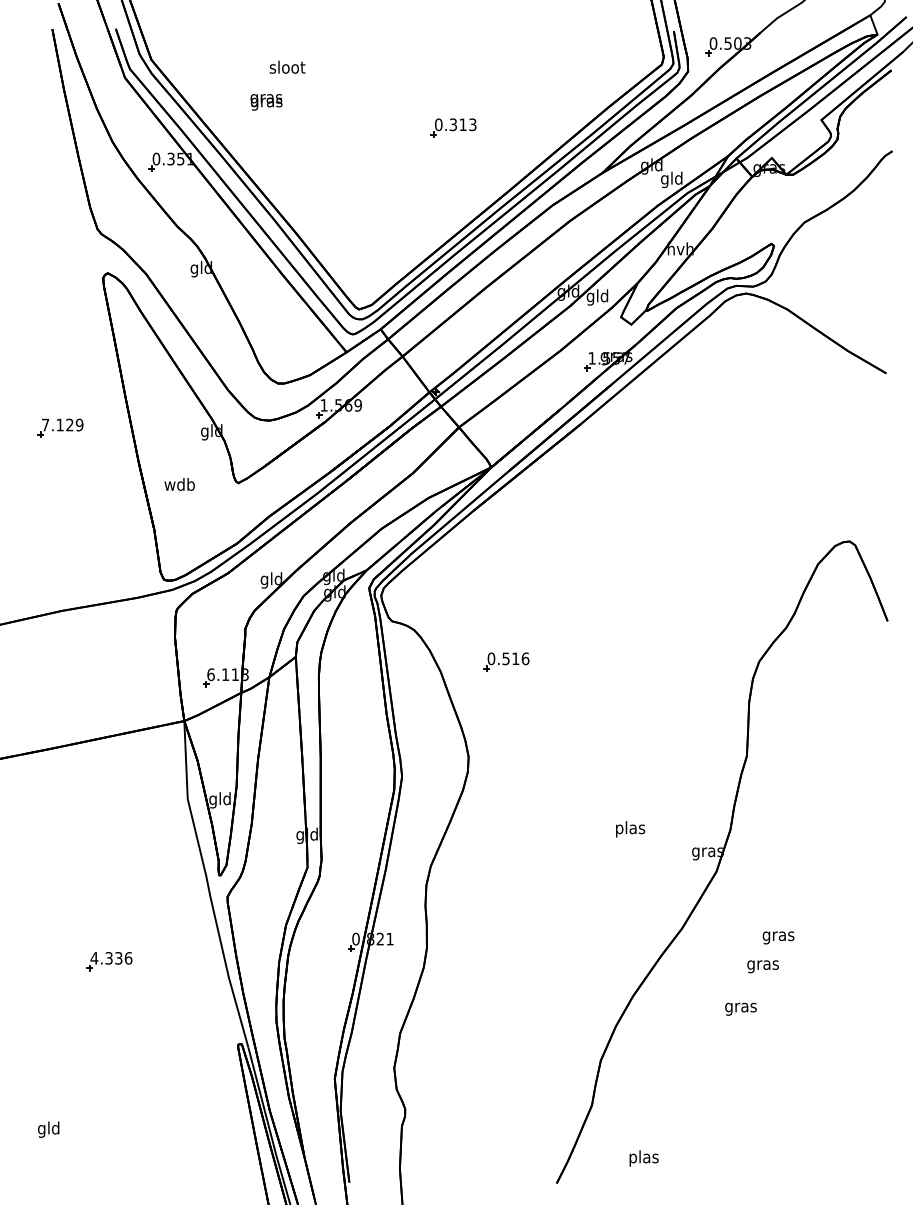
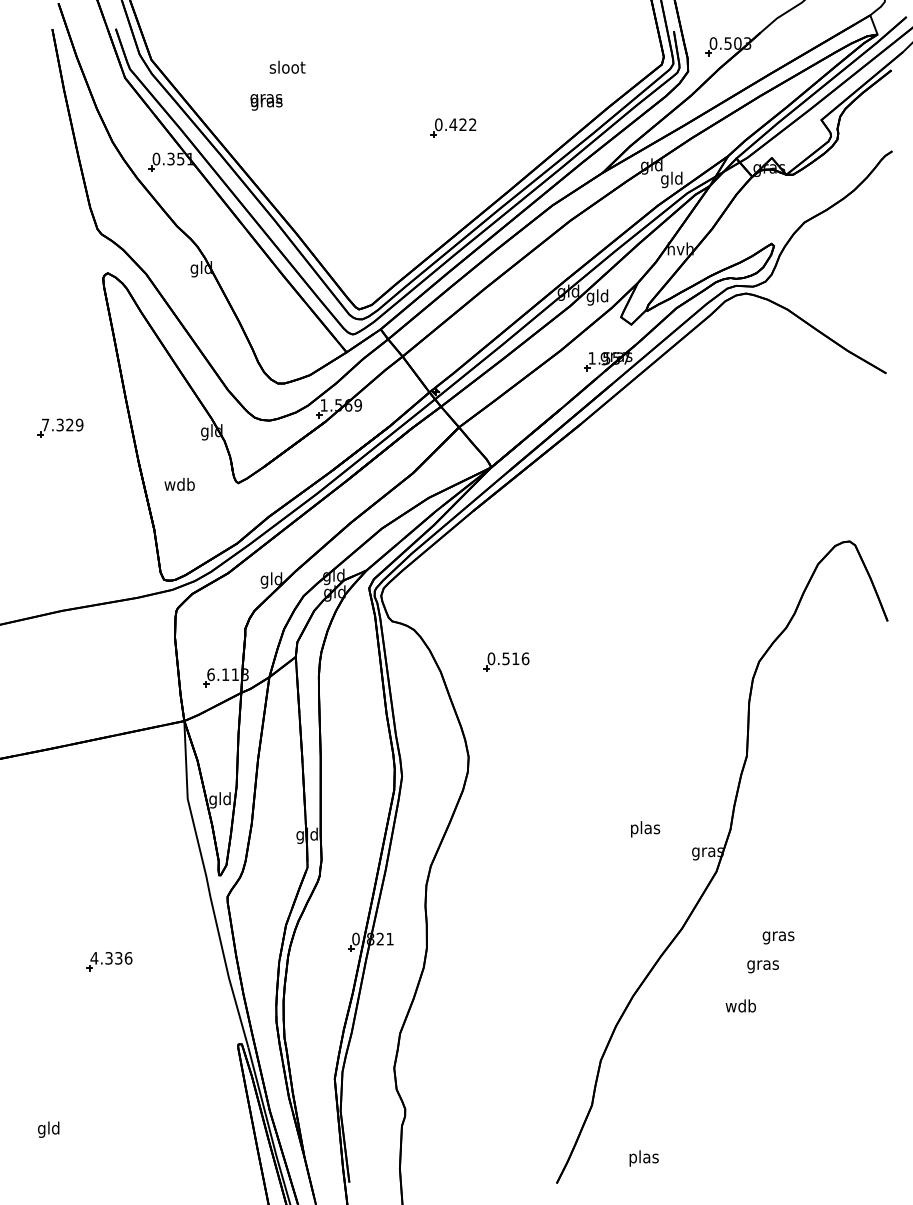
text at (462, 124): 0.313 -> 0.422
text at (59, 424): 7.129 -> 7.329
text at (630, 829) position: (630, 829) -> (645, 829)
text at (740, 1007): gras -> wdb
